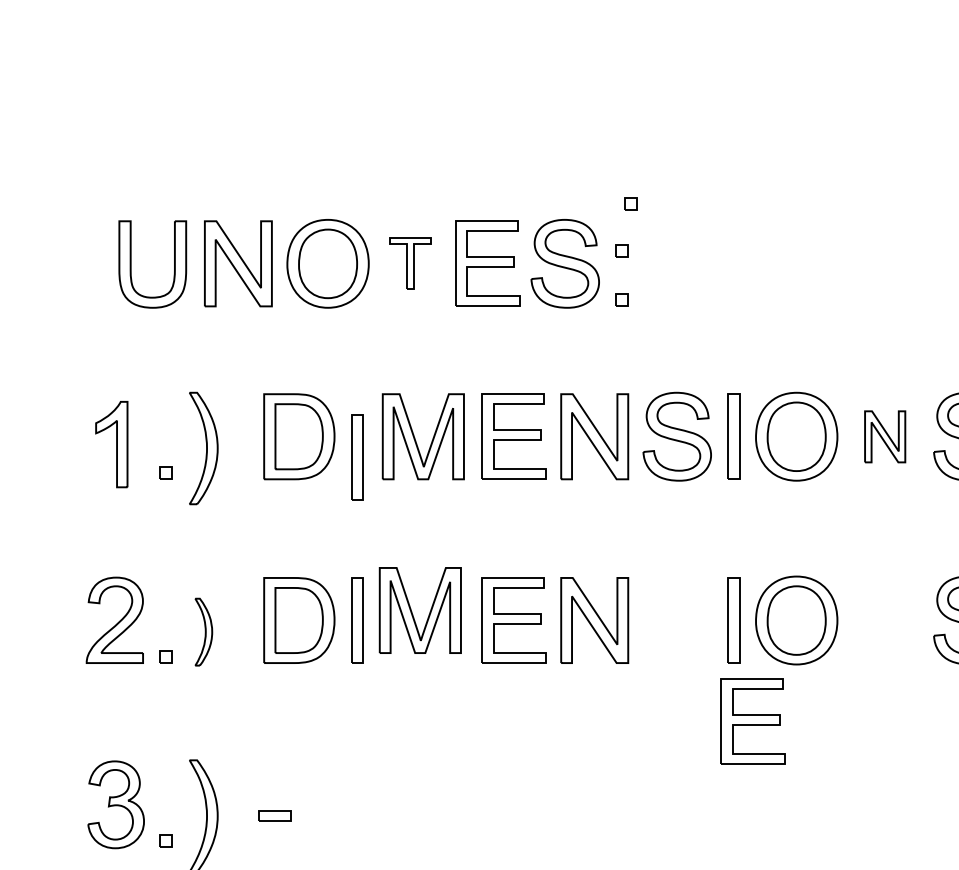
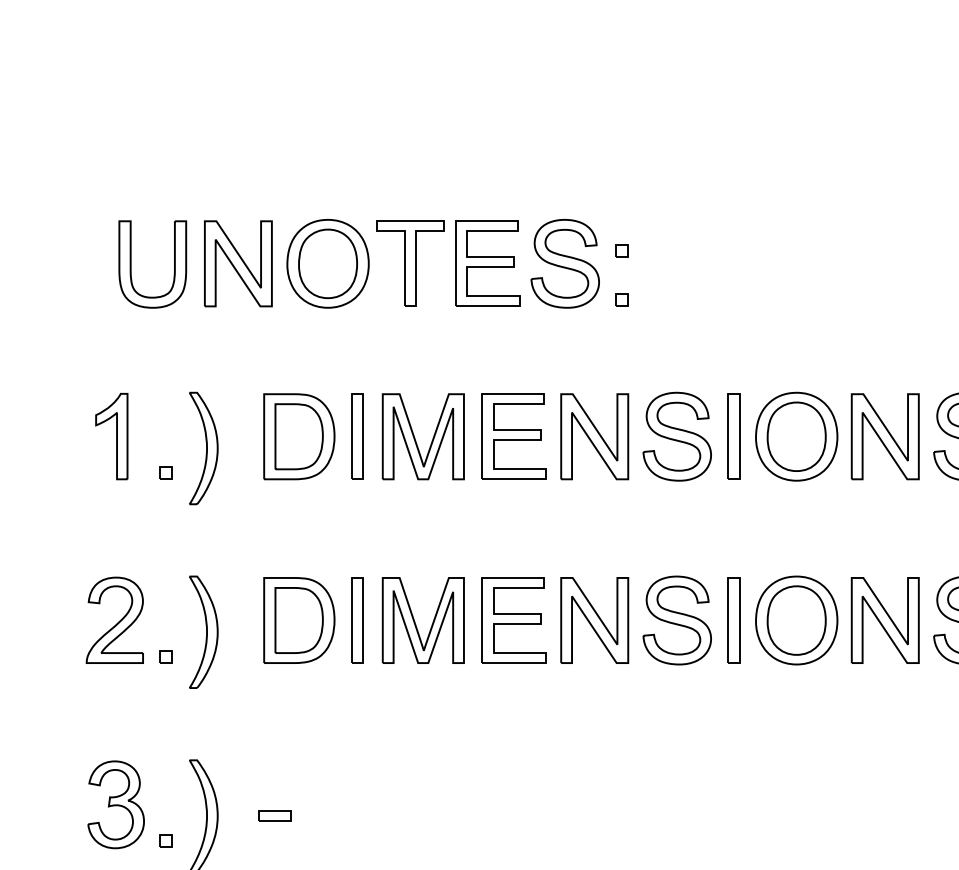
part at (630, 203): present -> none
part at (410, 263) size: 43x53 px -> 69x87 px
part at (885, 436) size: 43x54 px -> 70x88 px
part at (111, 444) position: (111, 444) -> (111, 436)
part at (357, 457) position: (357, 457) -> (357, 436)
part at (412, 611) position: (412, 611) -> (415, 621)
part at (676, 620): none -> present
part at (884, 620): none -> present
part at (203, 631) size: 20x70 px -> 30x114 px
part at (752, 721): present -> none
